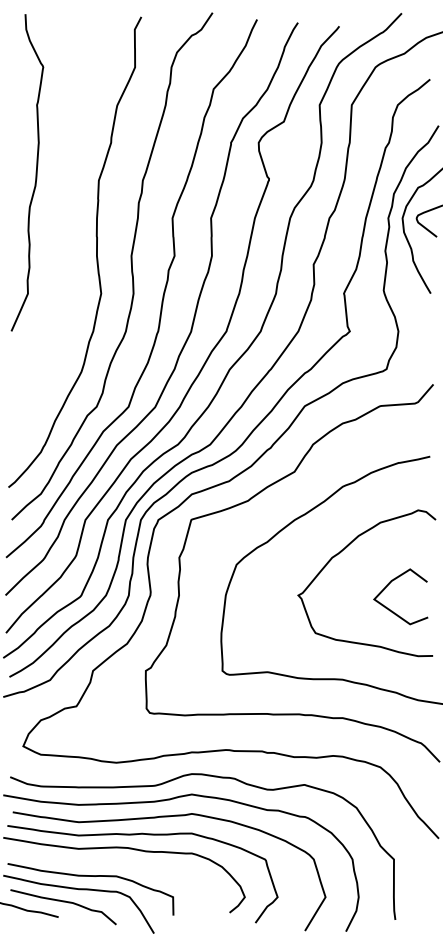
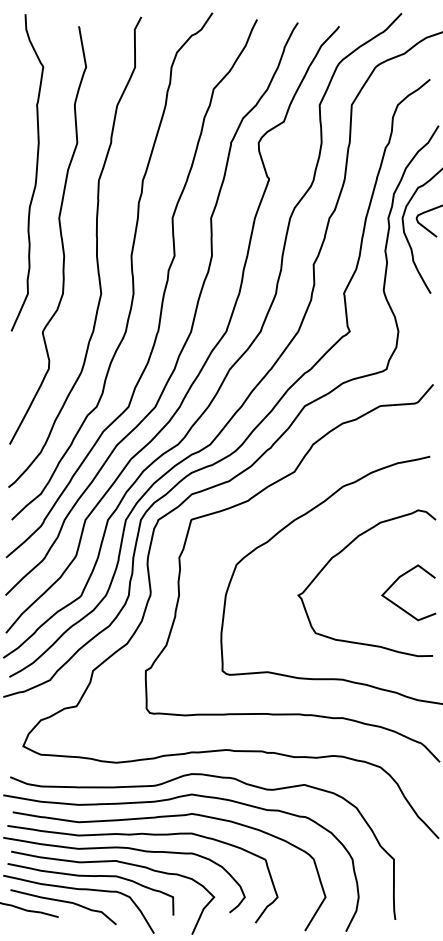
curve at (59, 231): none -> present
curve at (392, 610) position: (392, 610) -> (400, 606)
curve at (121, 863): none -> present
